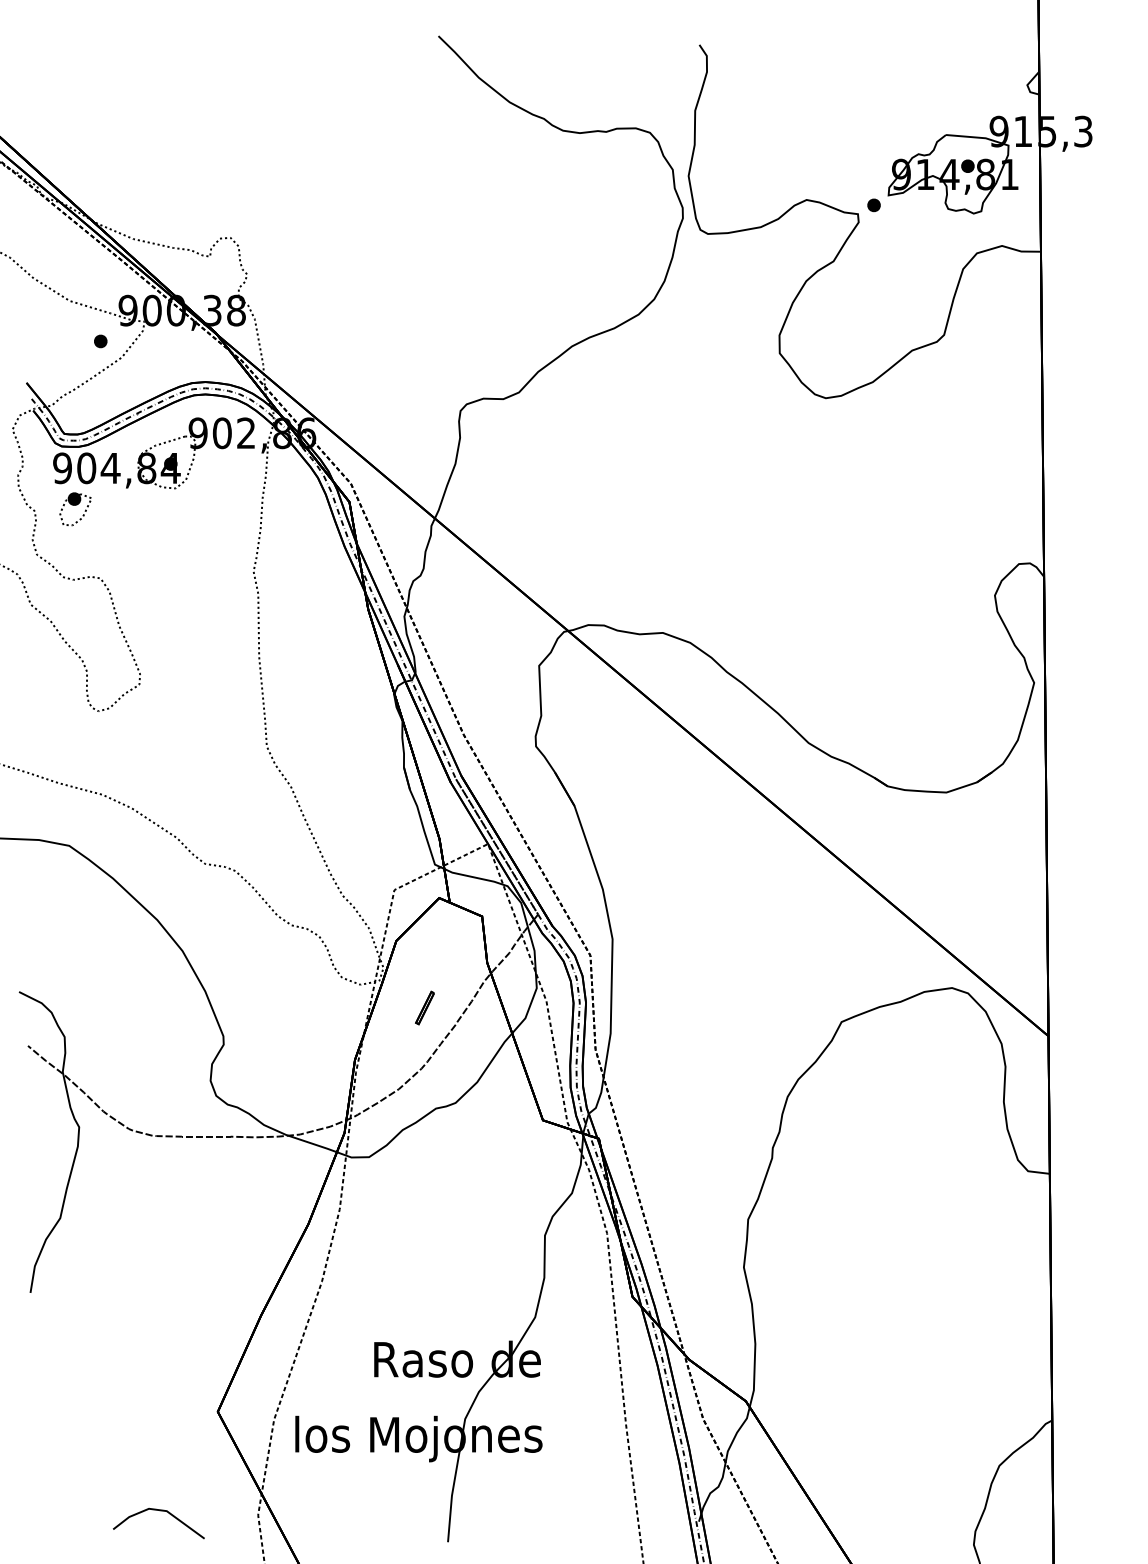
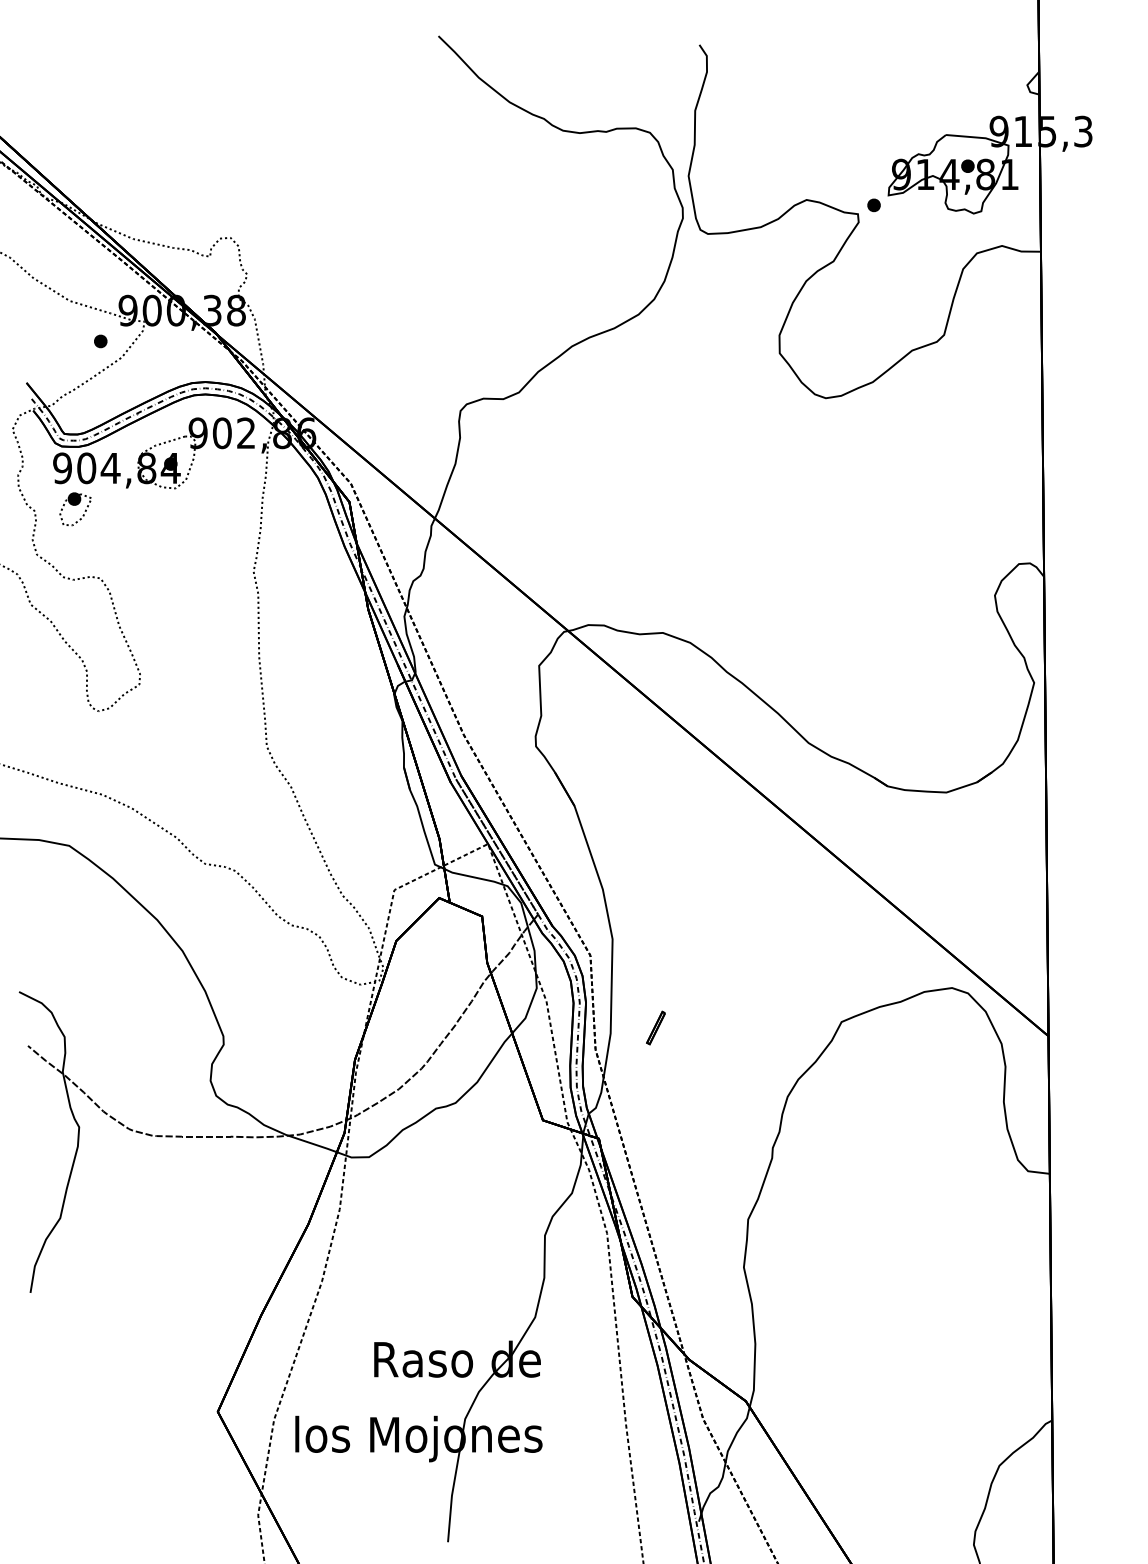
part at (424, 1007) position: (424, 1007) -> (655, 1027)
line at (159, 1511): present -> none
